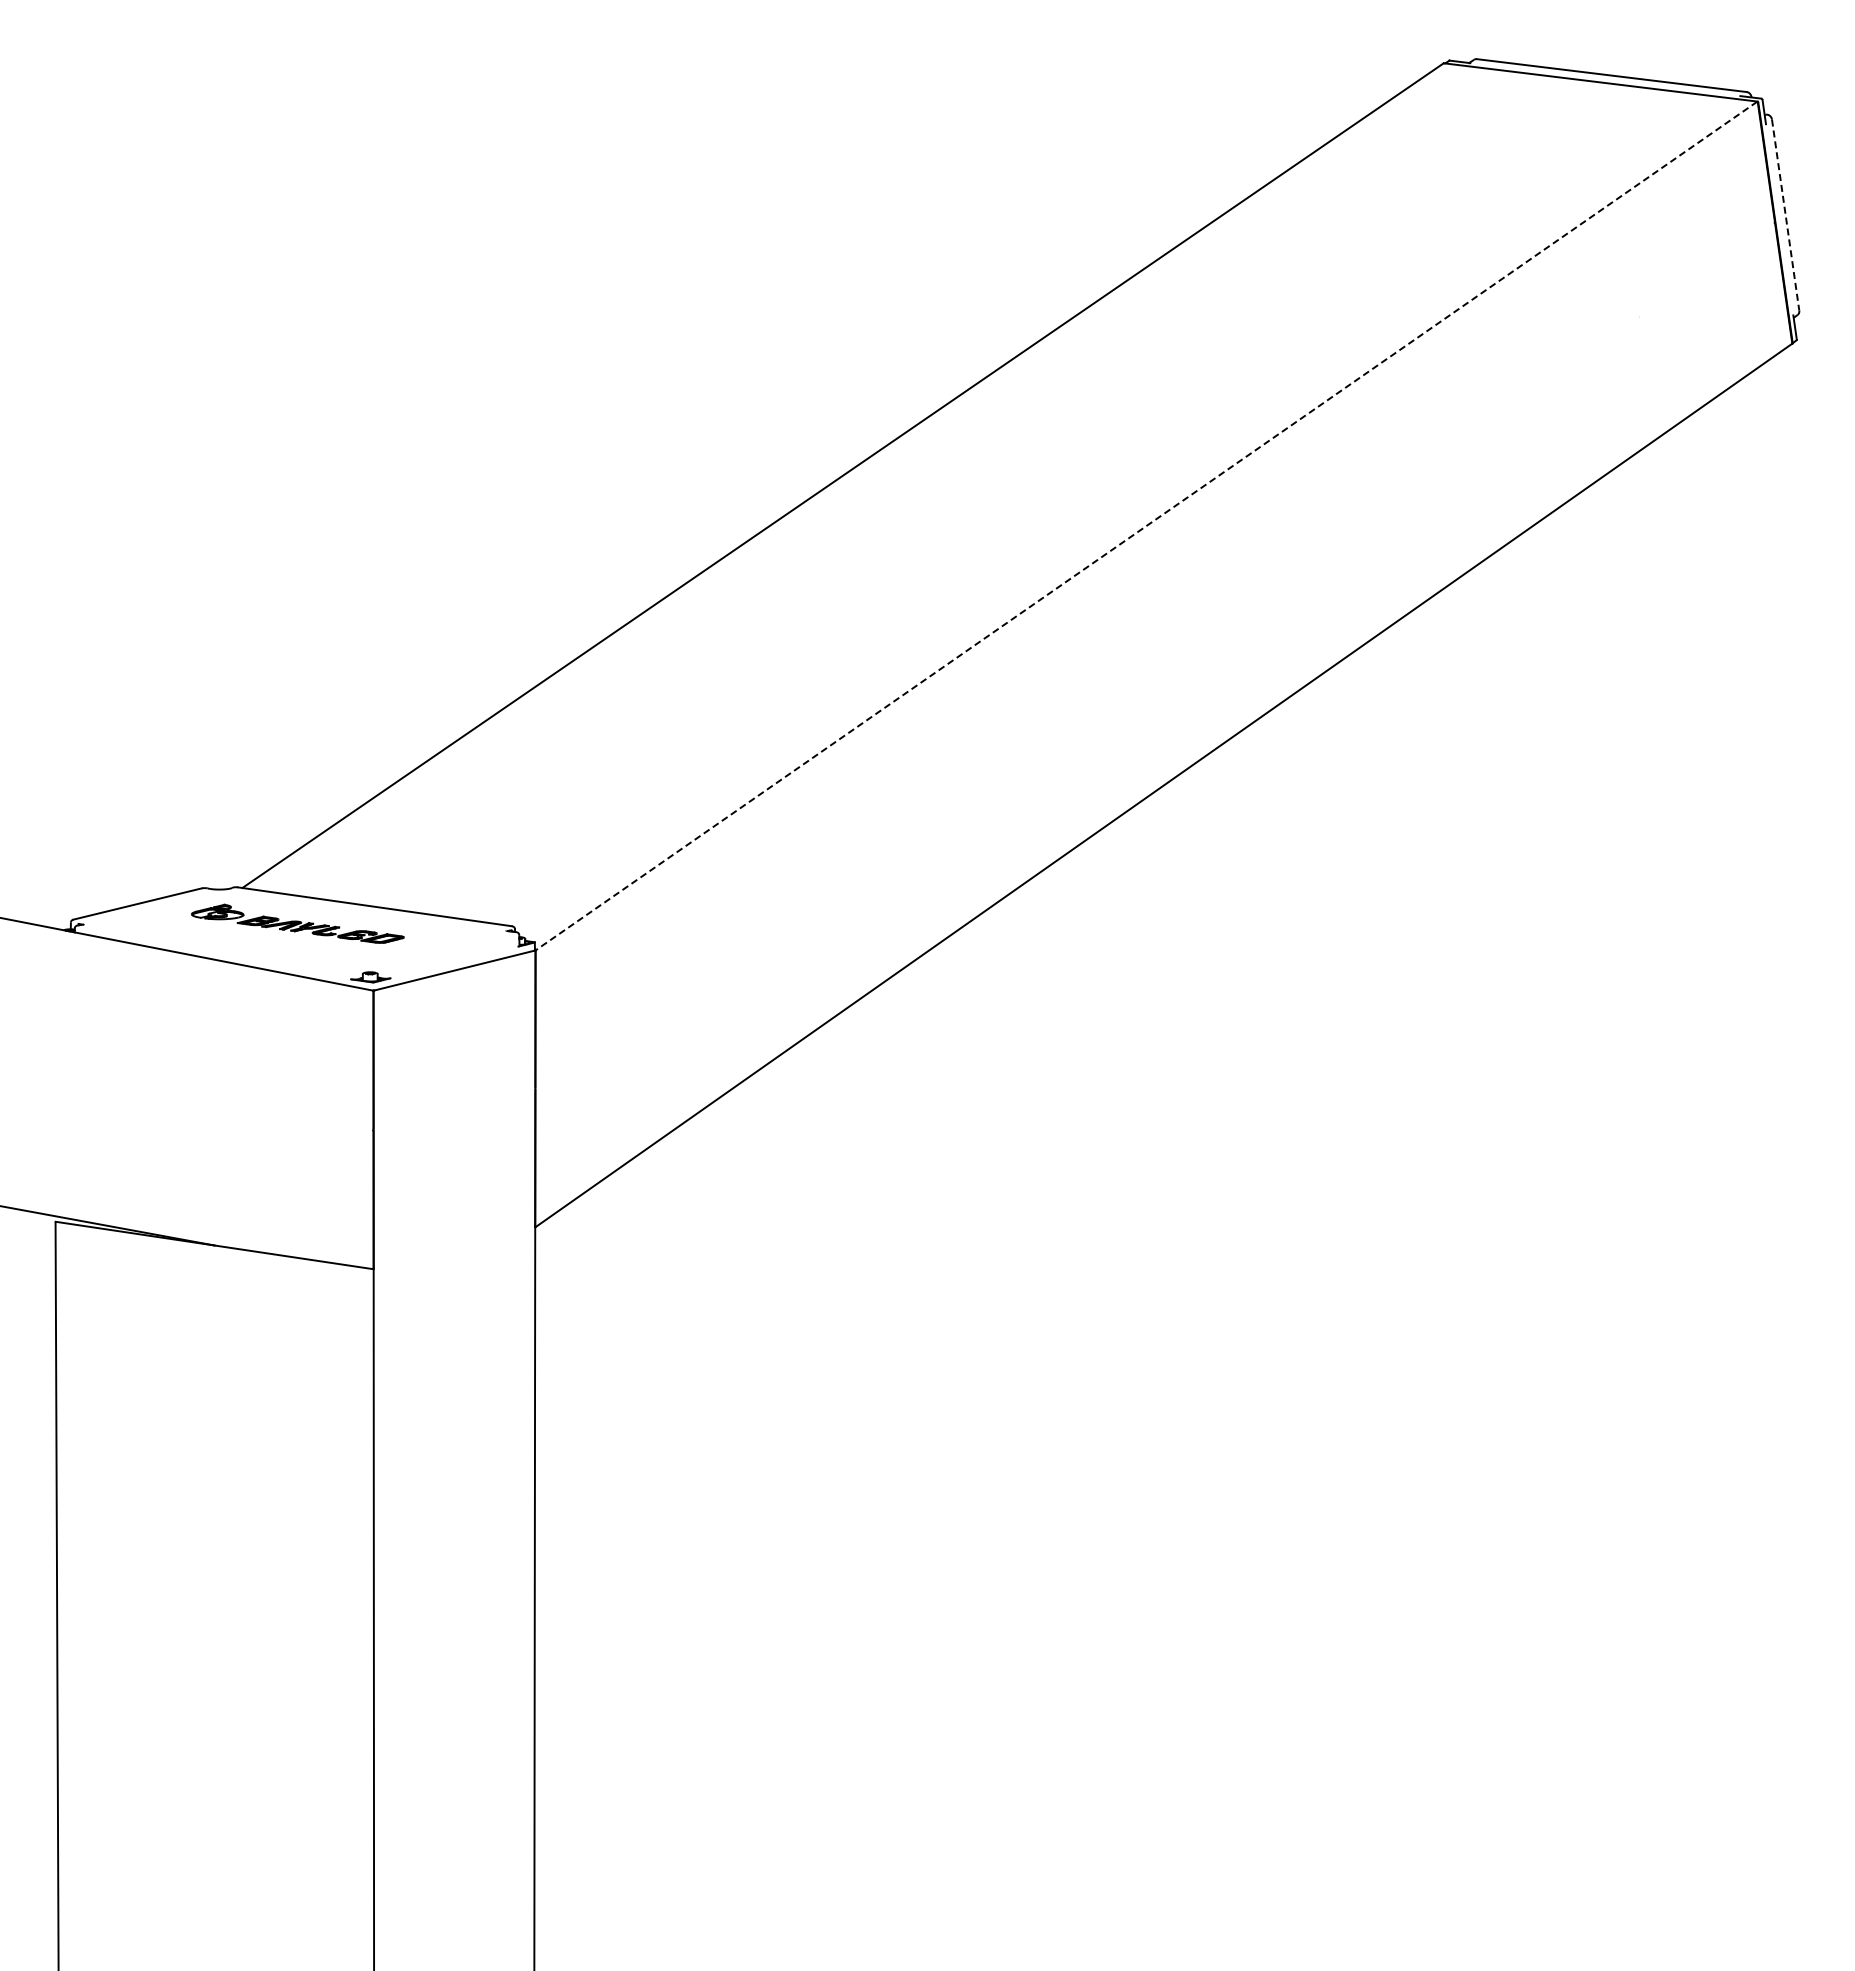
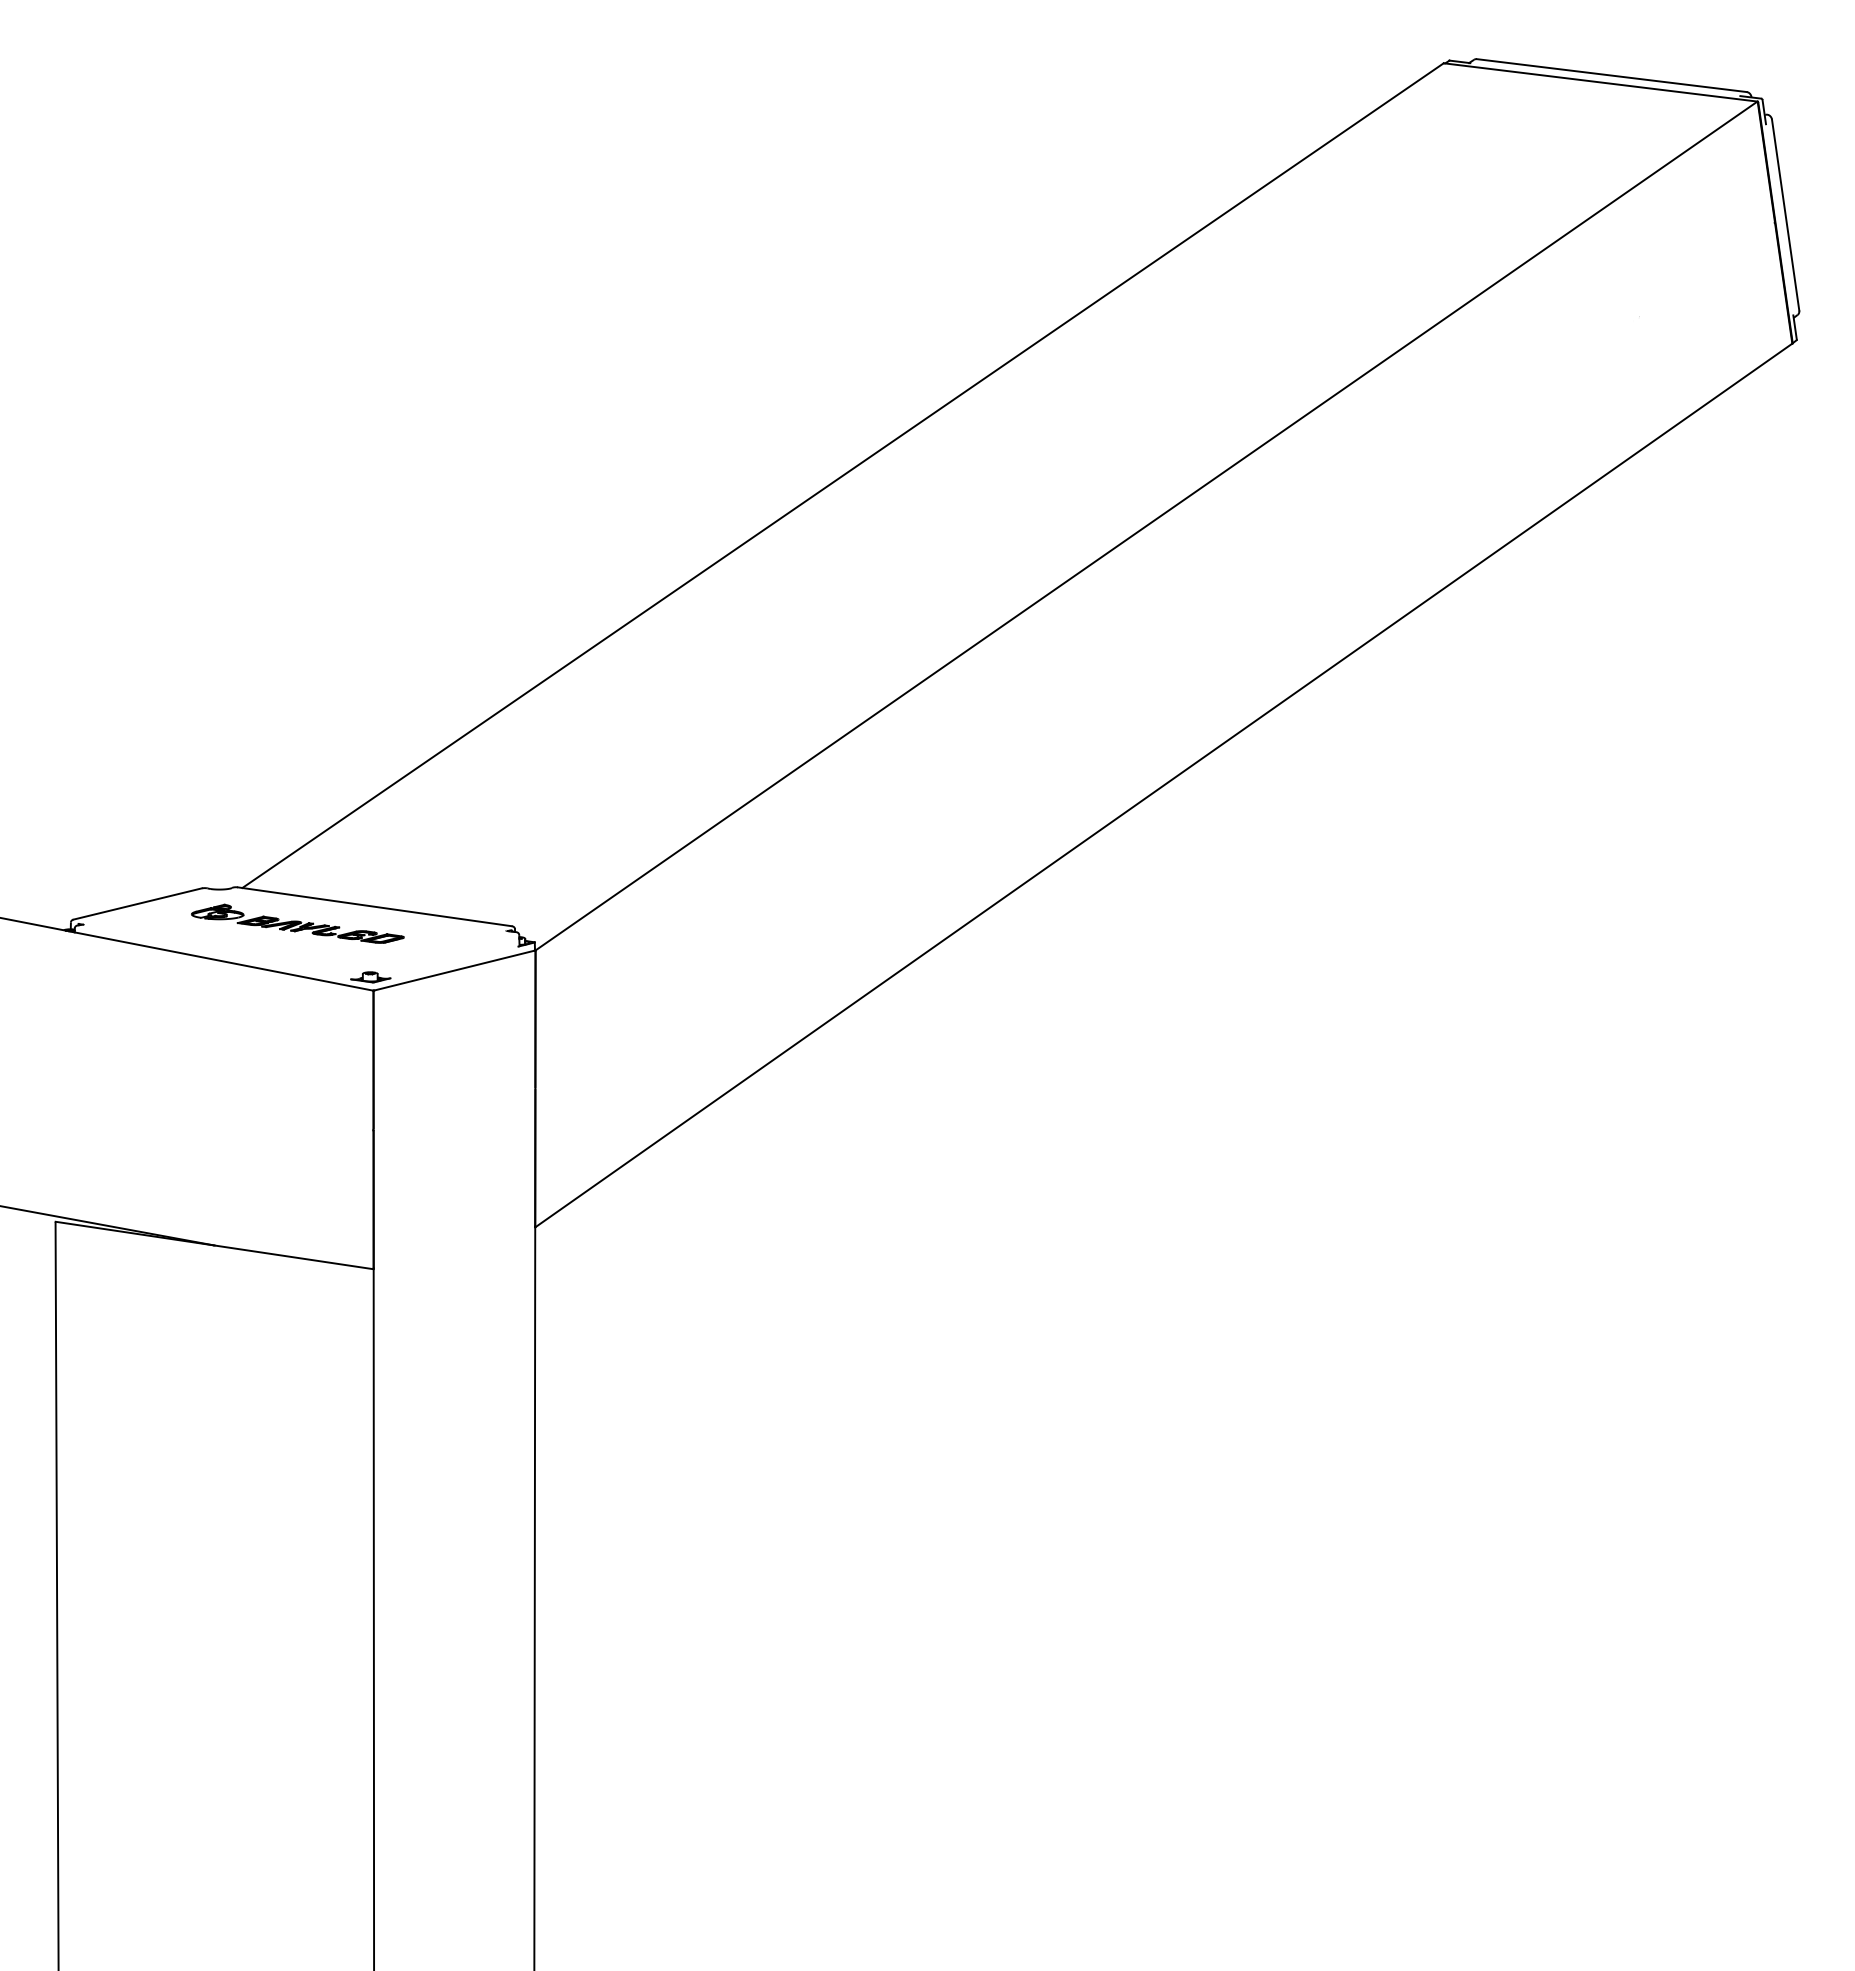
line at (1785, 215): dashed -> solid
line at (1146, 526): dashed -> solid
